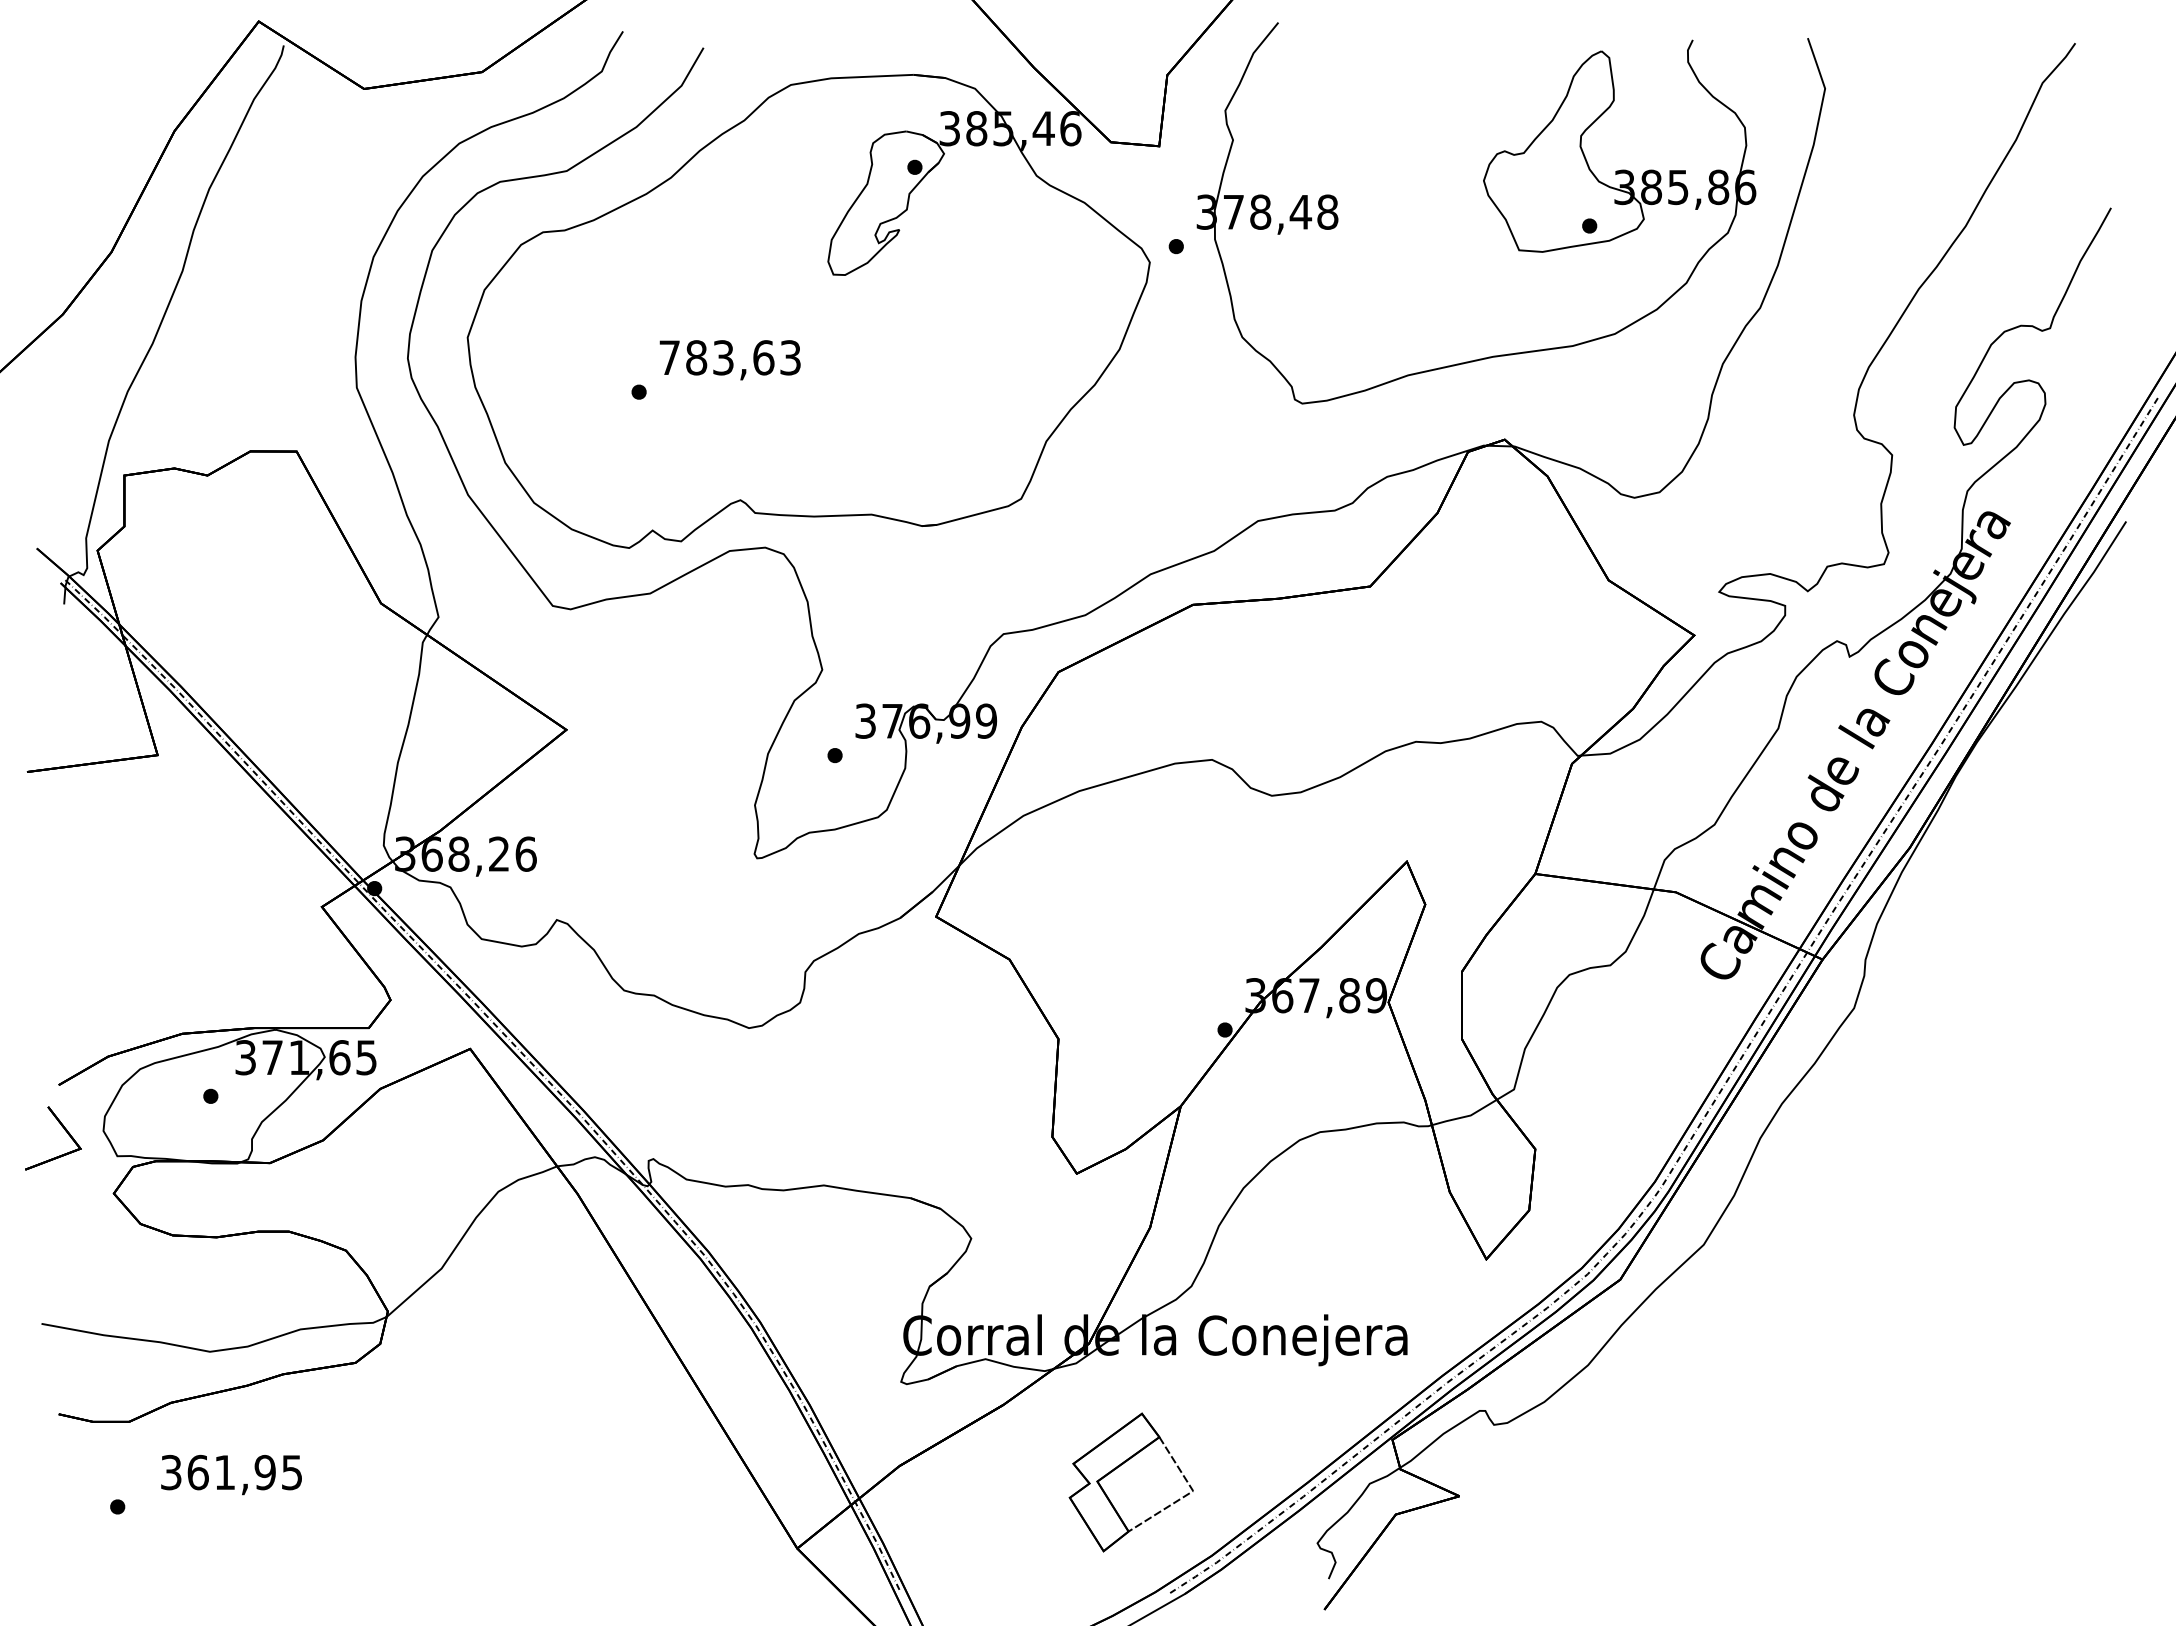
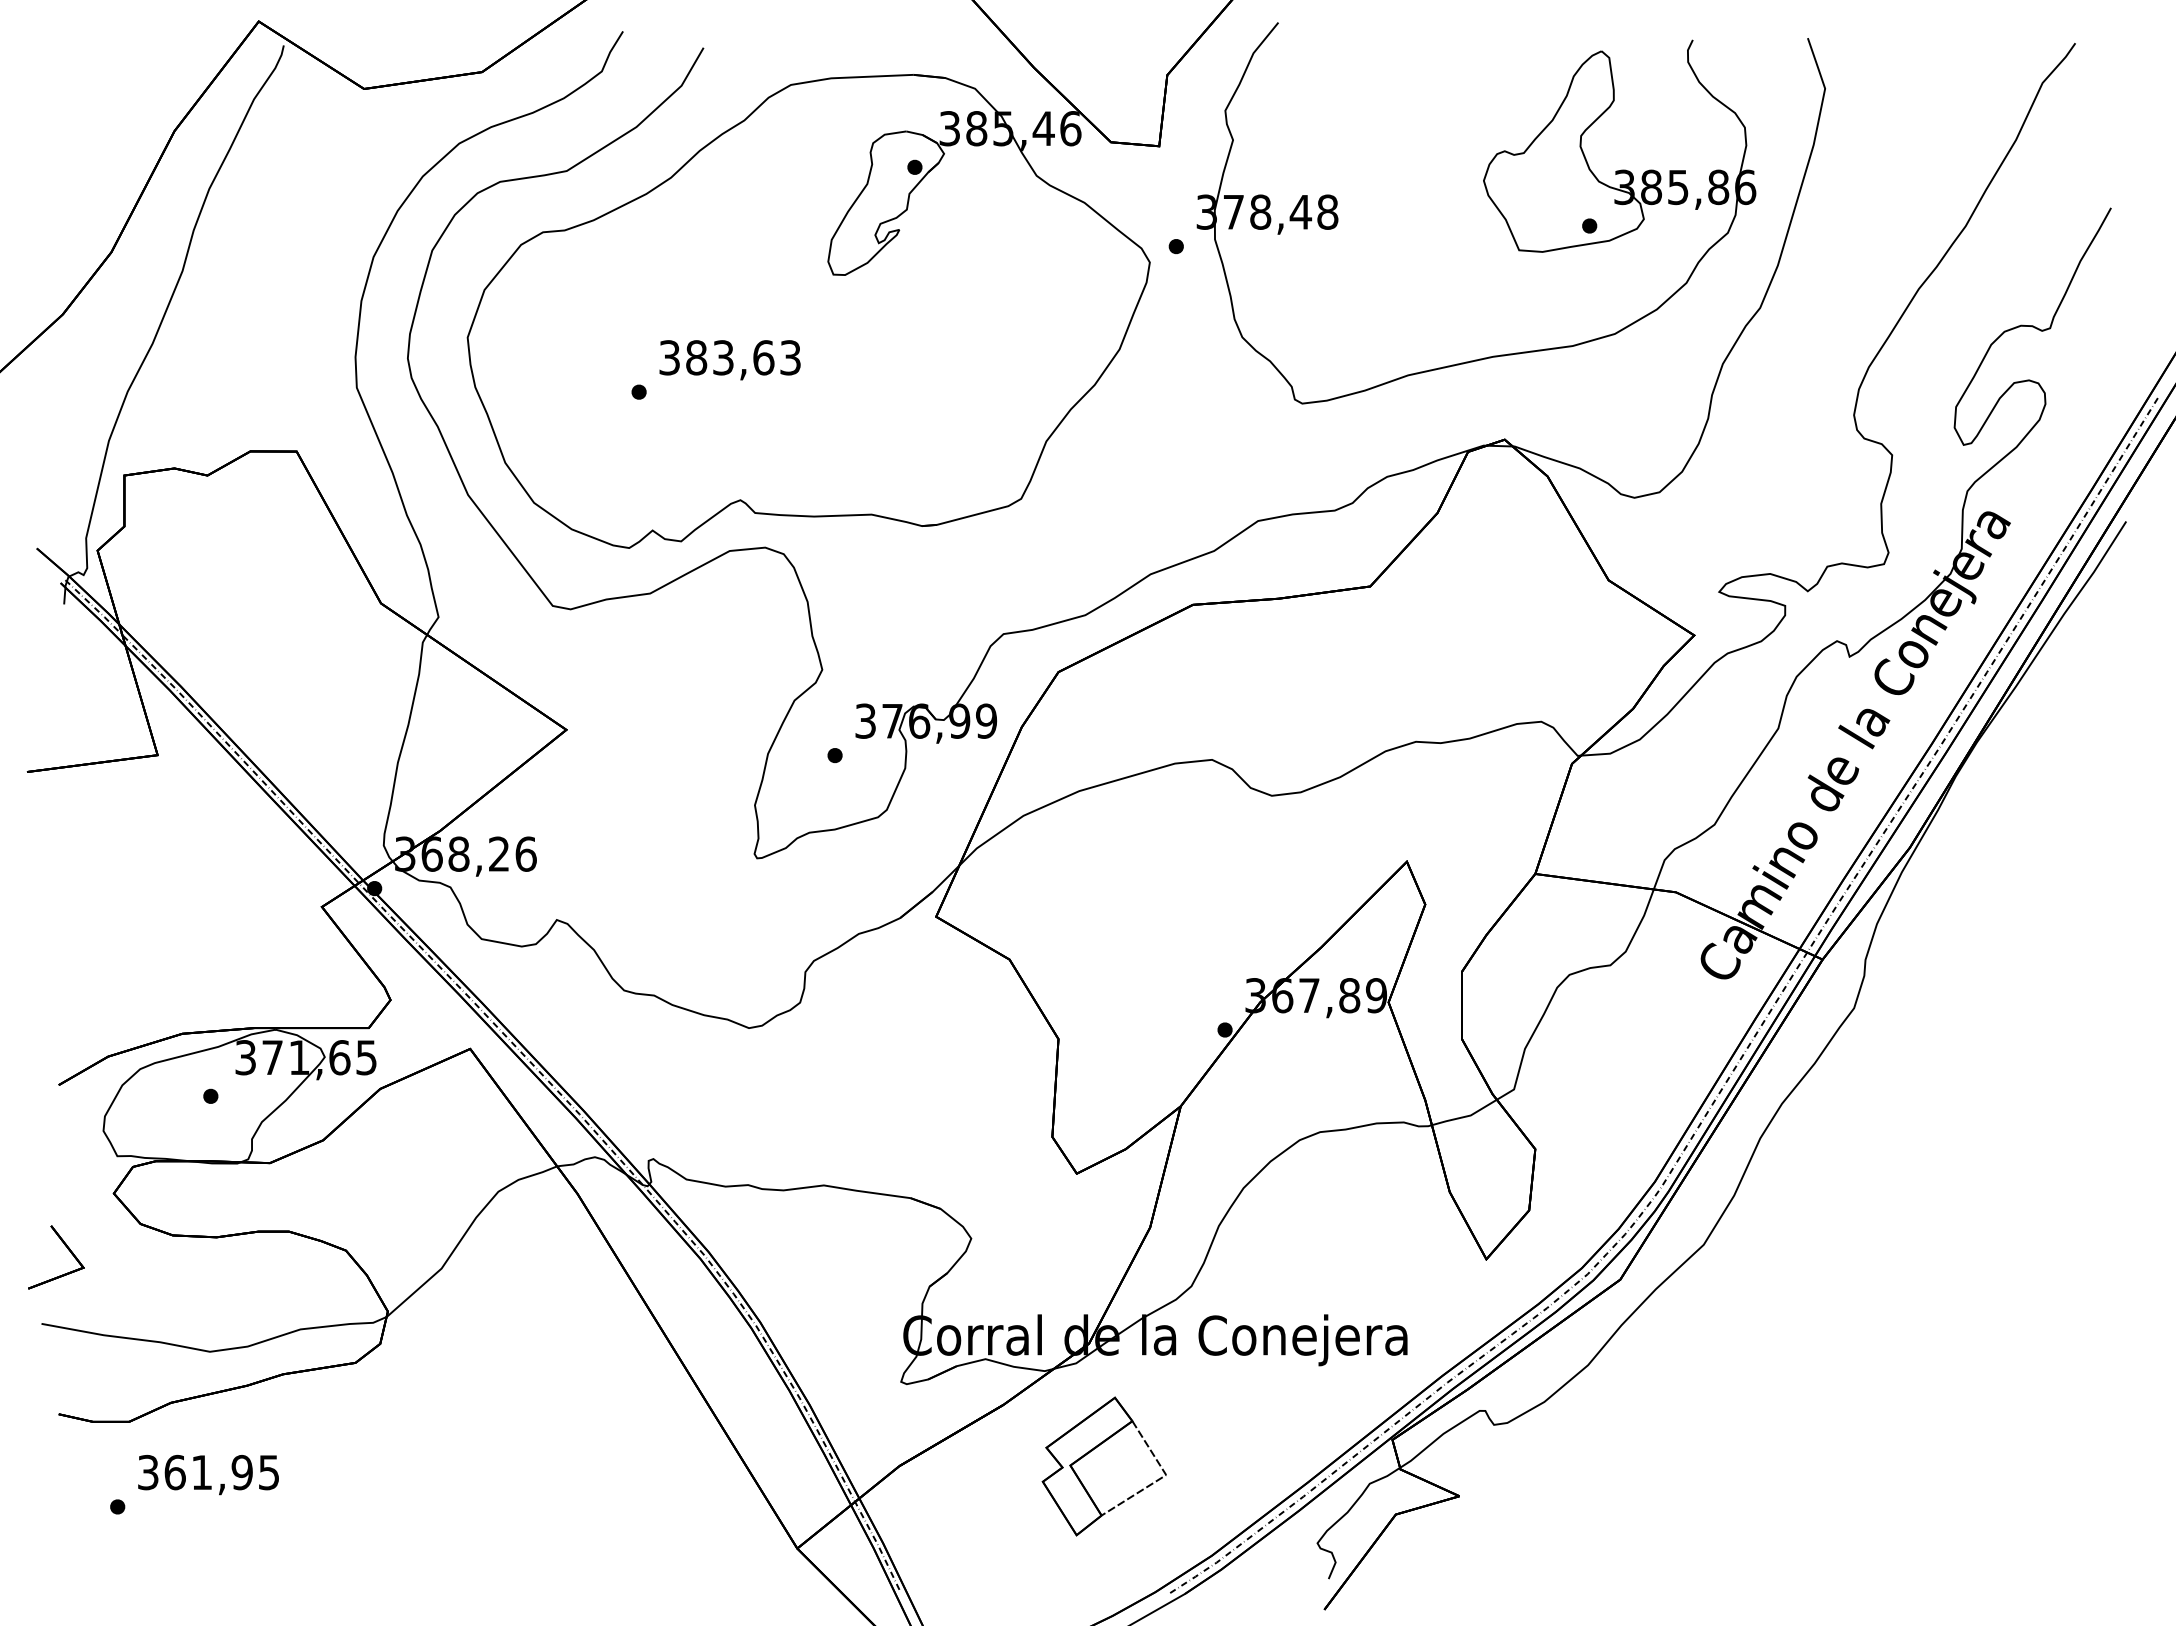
text at (669, 357): 783,63 -> 383,63
part at (65, 1131) position: (65, 1131) -> (68, 1250)
part at (1119, 1467) position: (1119, 1467) -> (1092, 1451)
text at (231, 1475) position: (231, 1475) -> (208, 1475)
